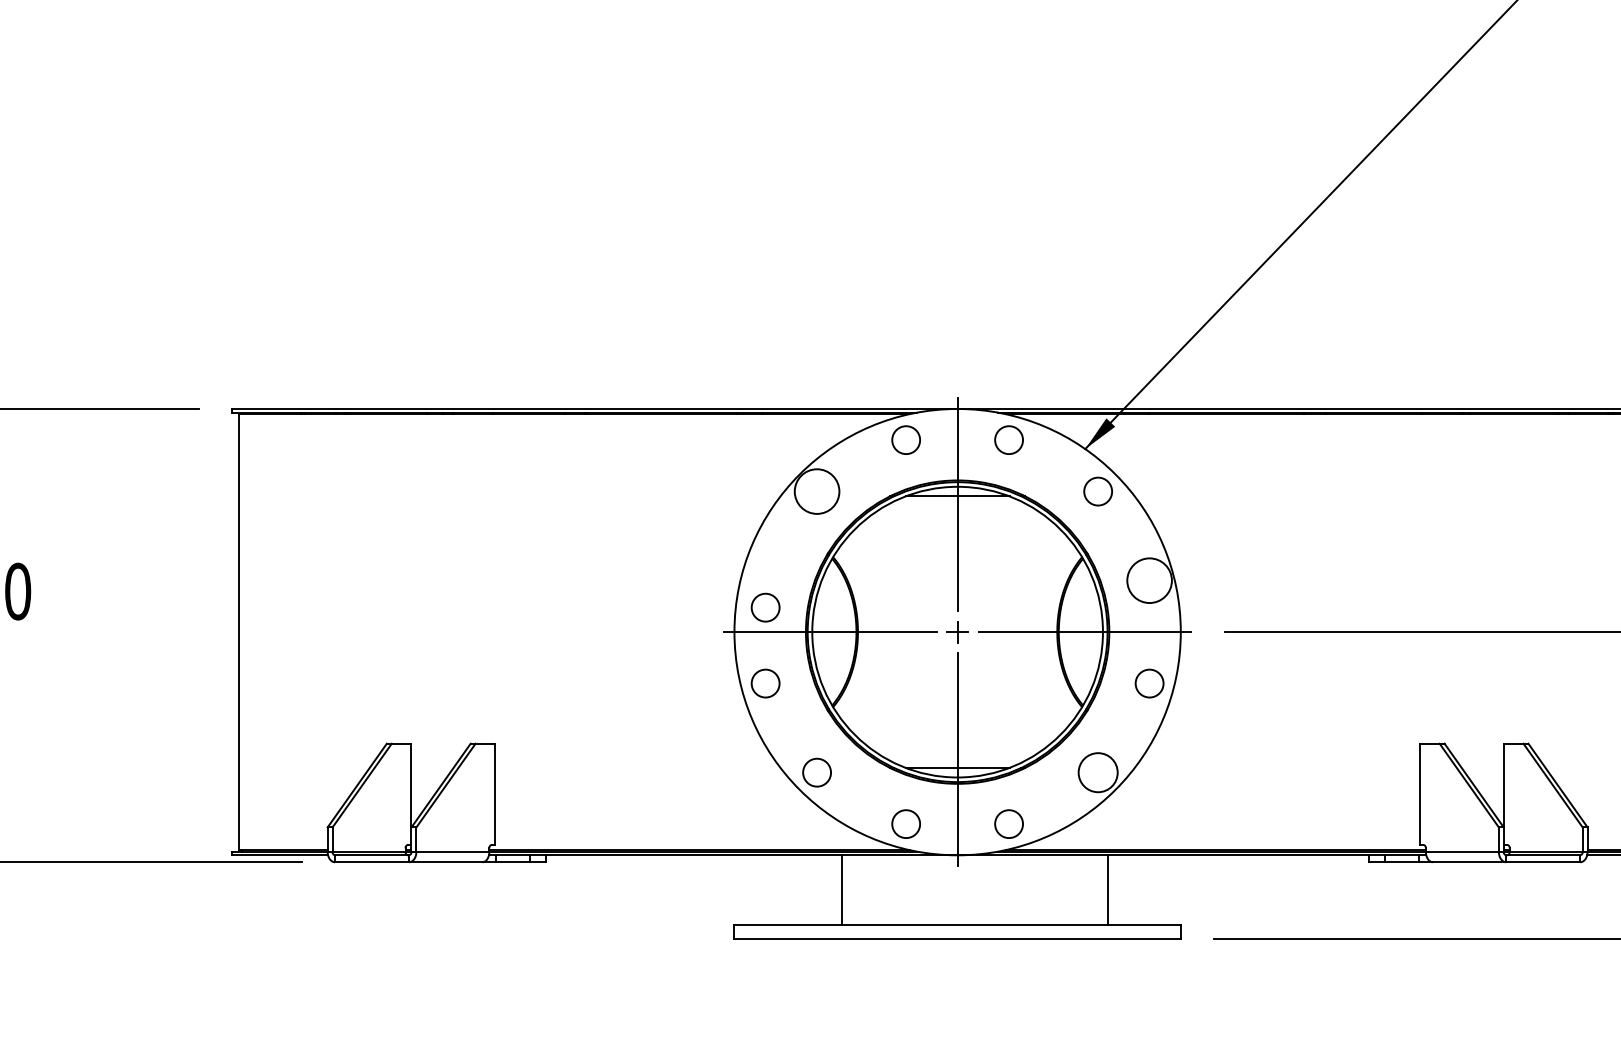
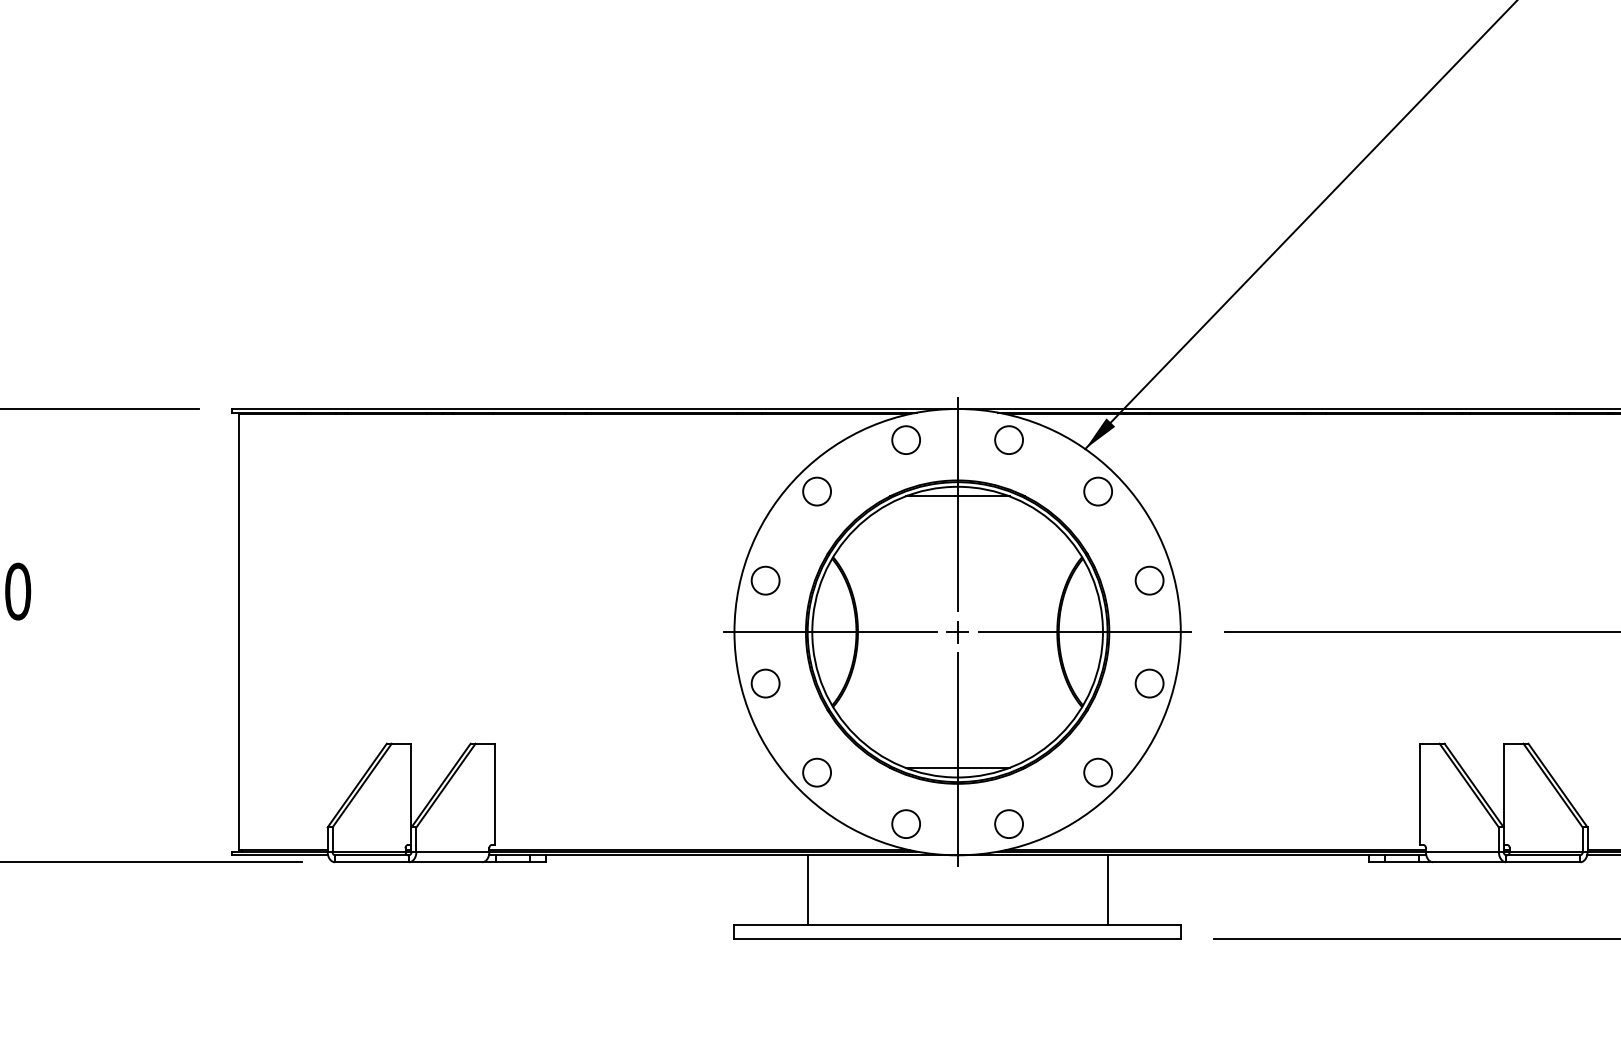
circle at (816, 491) diameter: 45 px -> 28 px
circle at (1149, 580) diameter: 45 px -> 28 px
circle at (765, 607) position: (765, 607) -> (765, 580)
circle at (1097, 772) diameter: 39 px -> 28 px
line at (841, 890) position: (841, 890) -> (807, 890)
